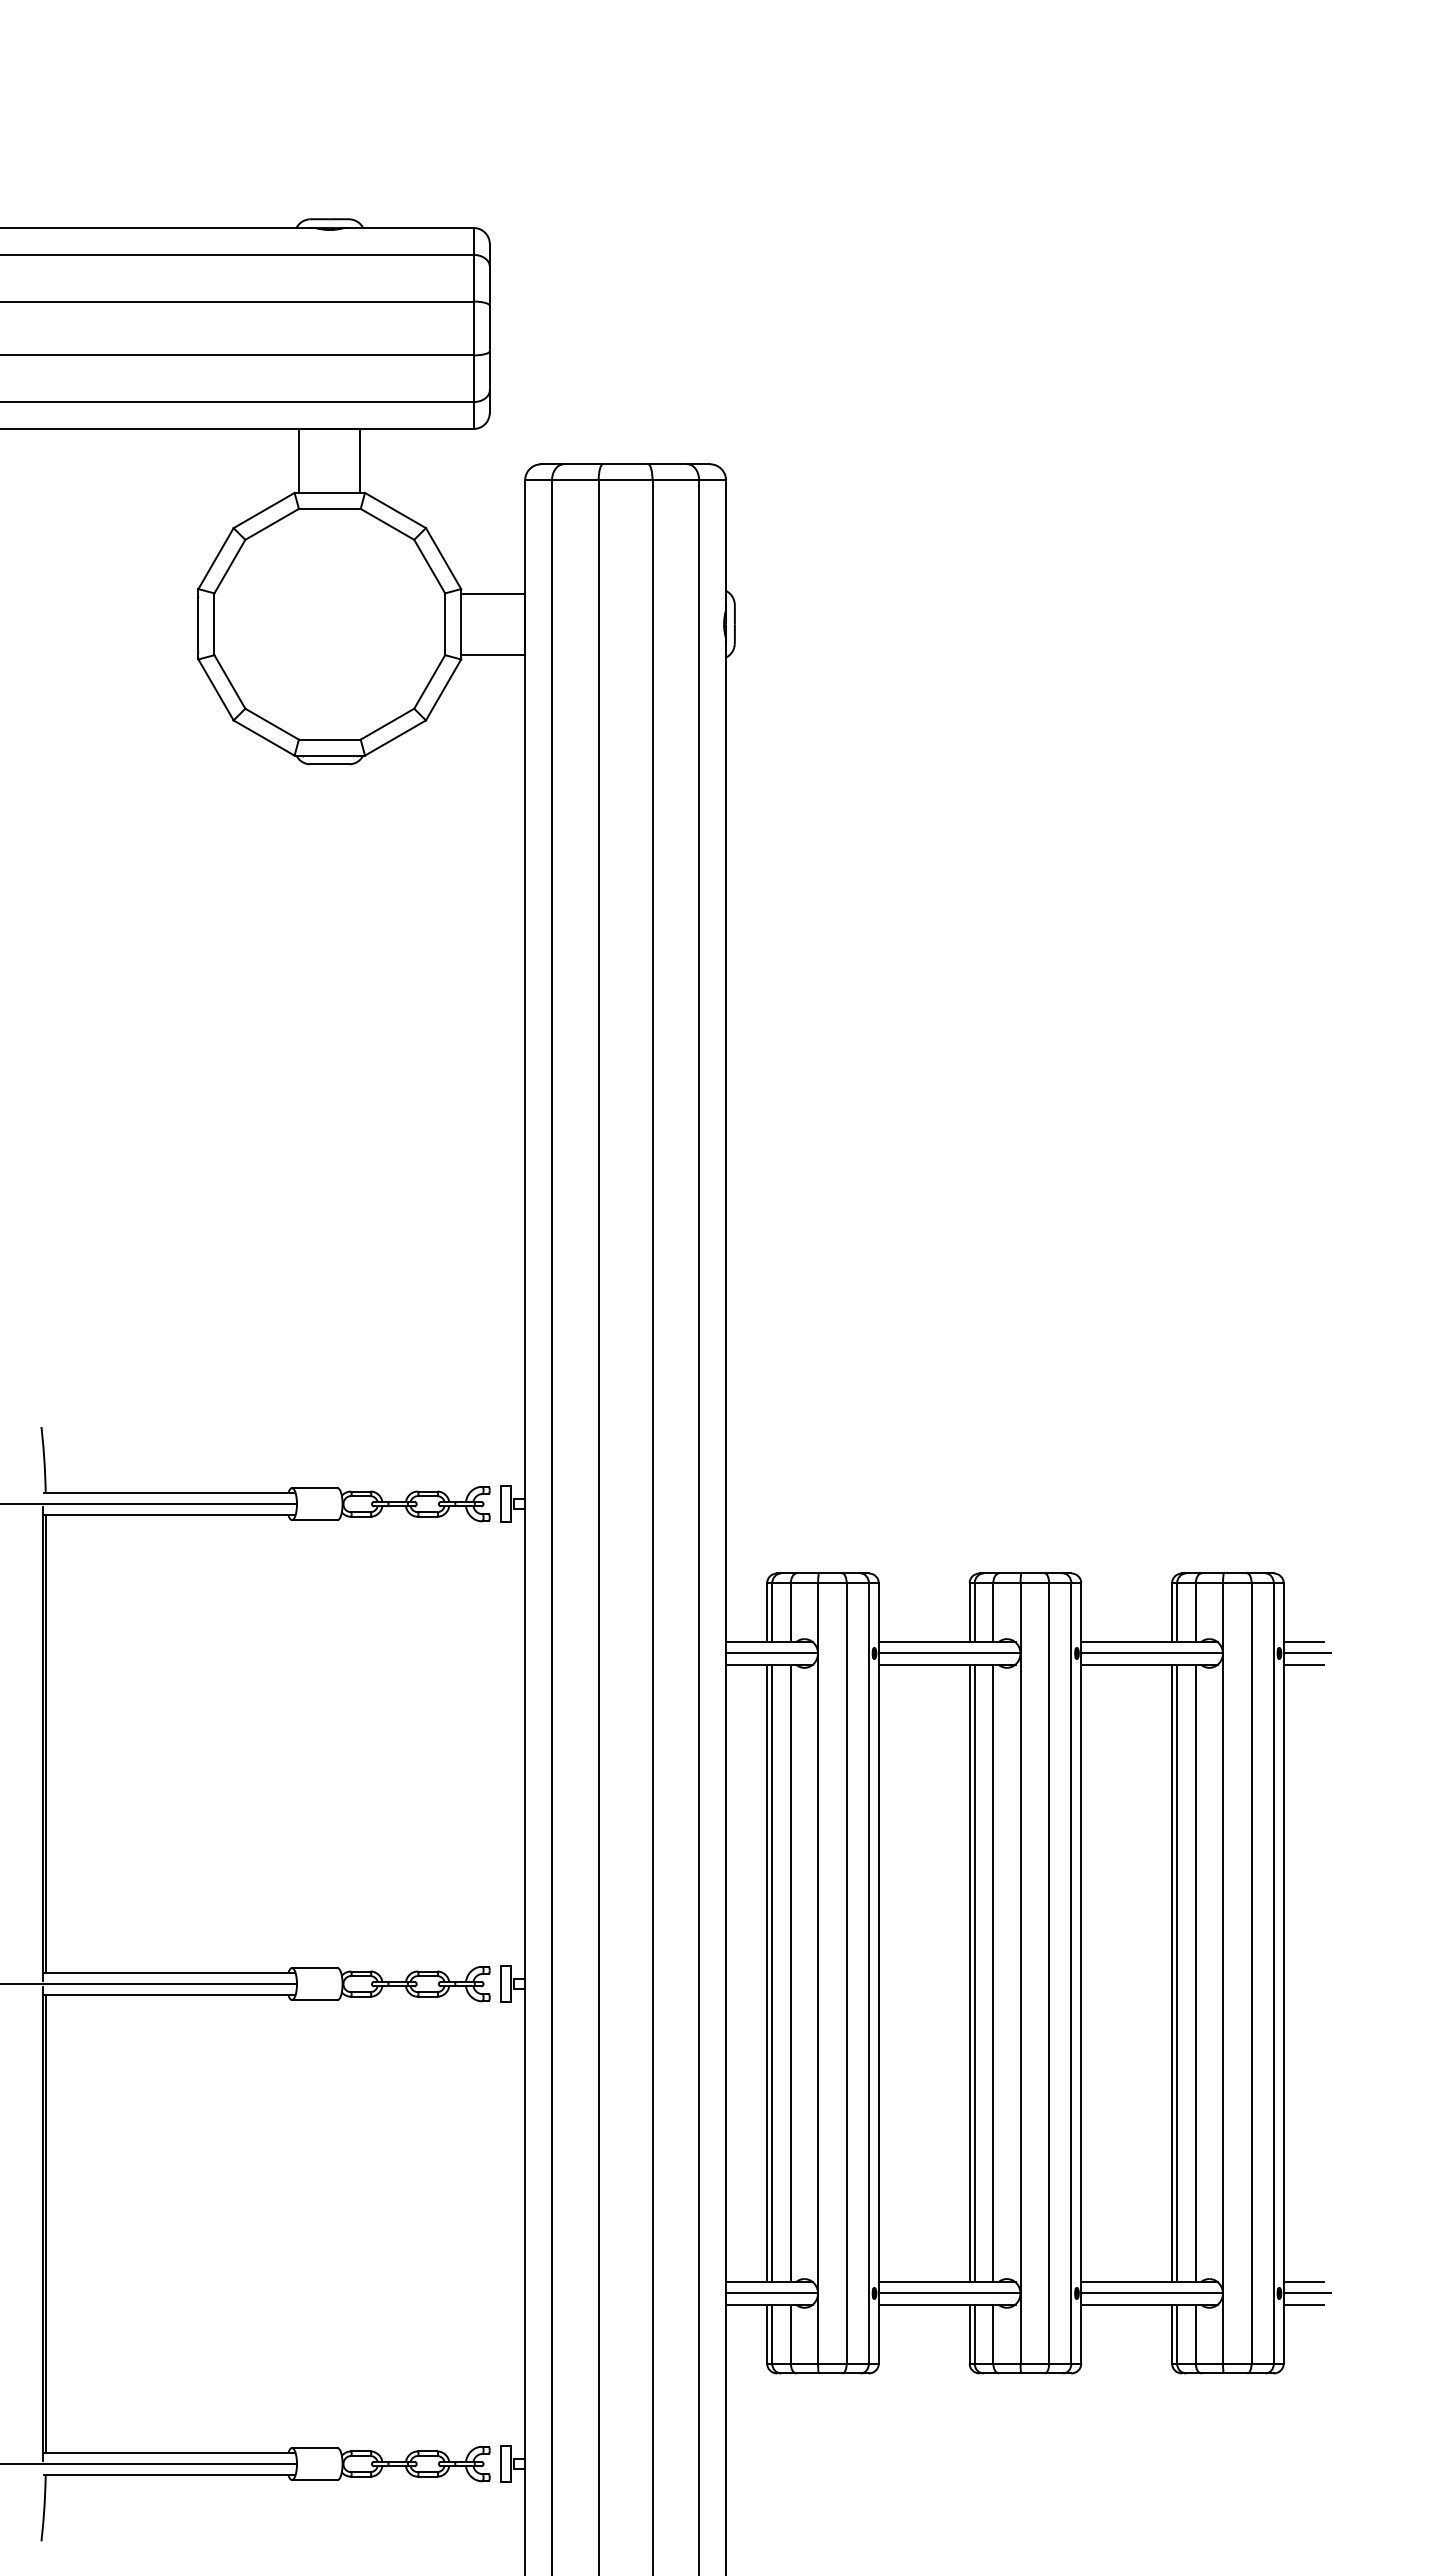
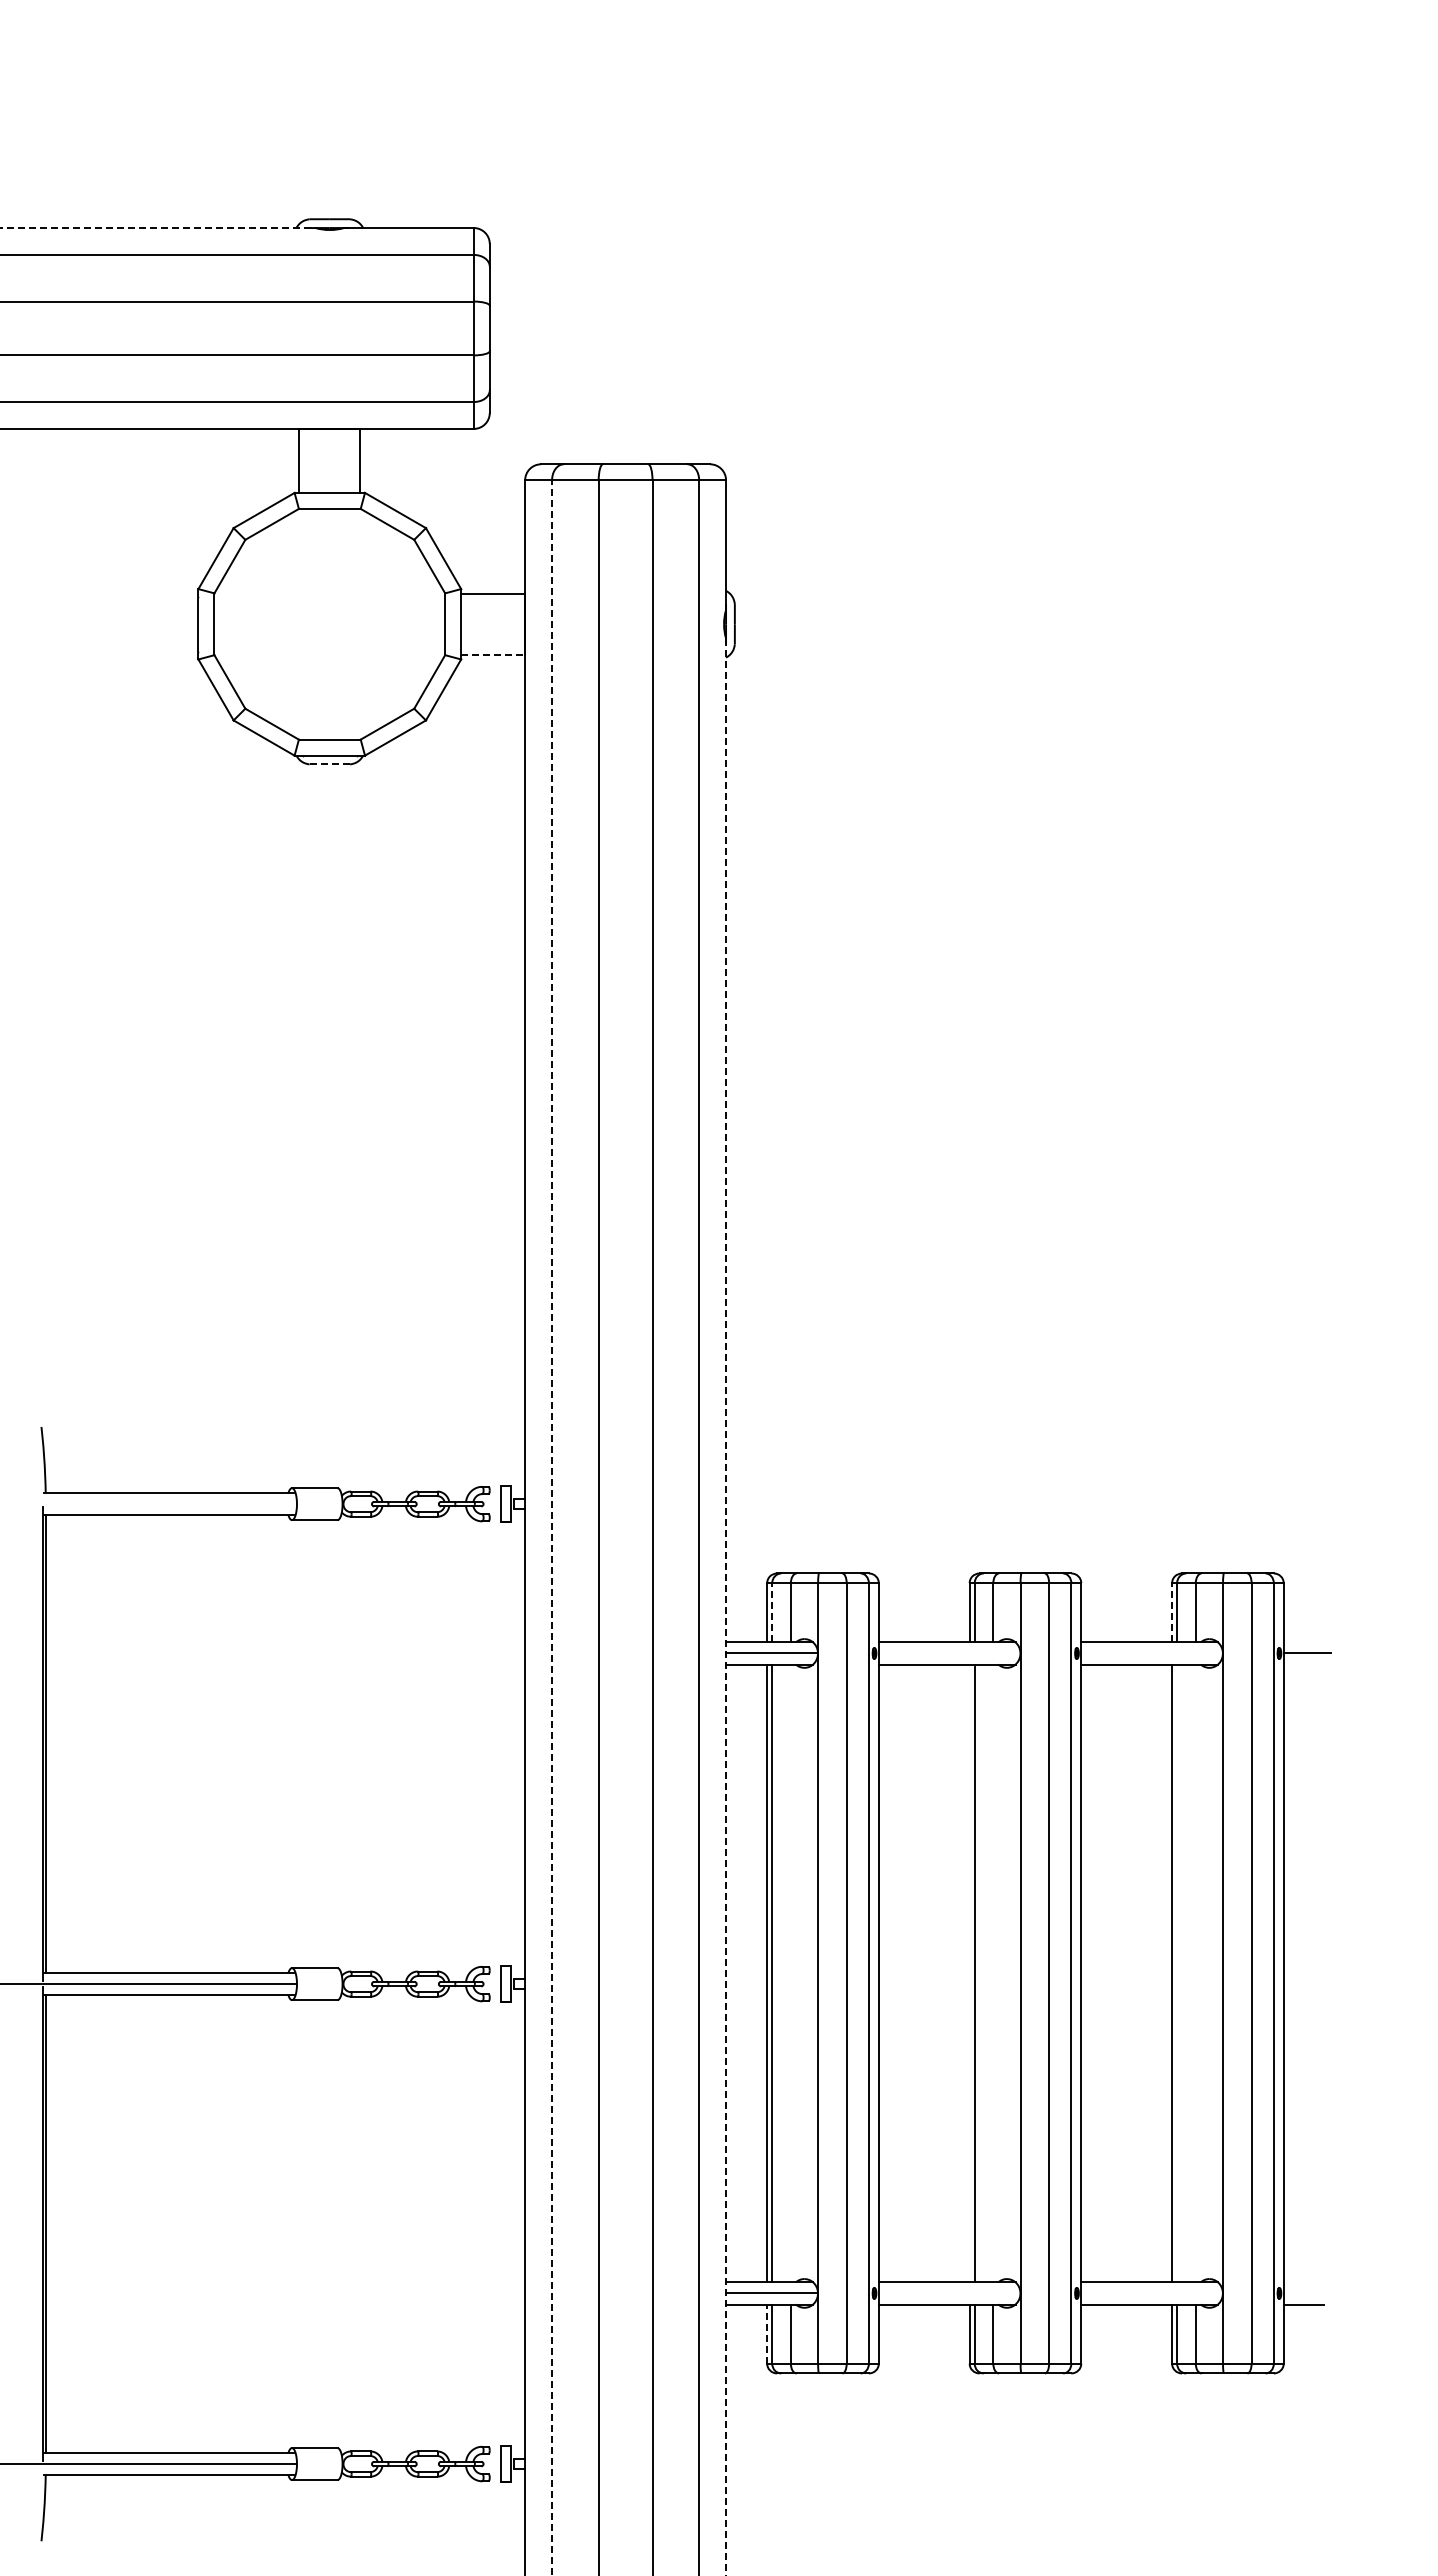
line at (158, 228): solid -> dashed
line at (493, 654): solid -> dashed
line at (330, 764): solid -> dashed
line at (149, 1504): present -> none
line at (552, 1527): solid -> dashed
line at (726, 1606): solid -> dashed
line at (772, 1612): solid -> dashed
line at (1172, 1612): solid -> dashed
line at (1303, 1642): present -> none
line at (949, 1653): present -> none
line at (1151, 1653): present -> none
line at (1303, 1664): present -> none
line at (790, 1973): present -> none
line at (969, 1973): present -> none
line at (993, 1973): present -> none
line at (1177, 1973): present -> none
line at (1195, 1973): present -> none
line at (1303, 2282): present -> none
line at (949, 2293): present -> none
line at (1151, 2293): present -> none
line at (1307, 2293): present -> none
line at (767, 2334): solid -> dashed
